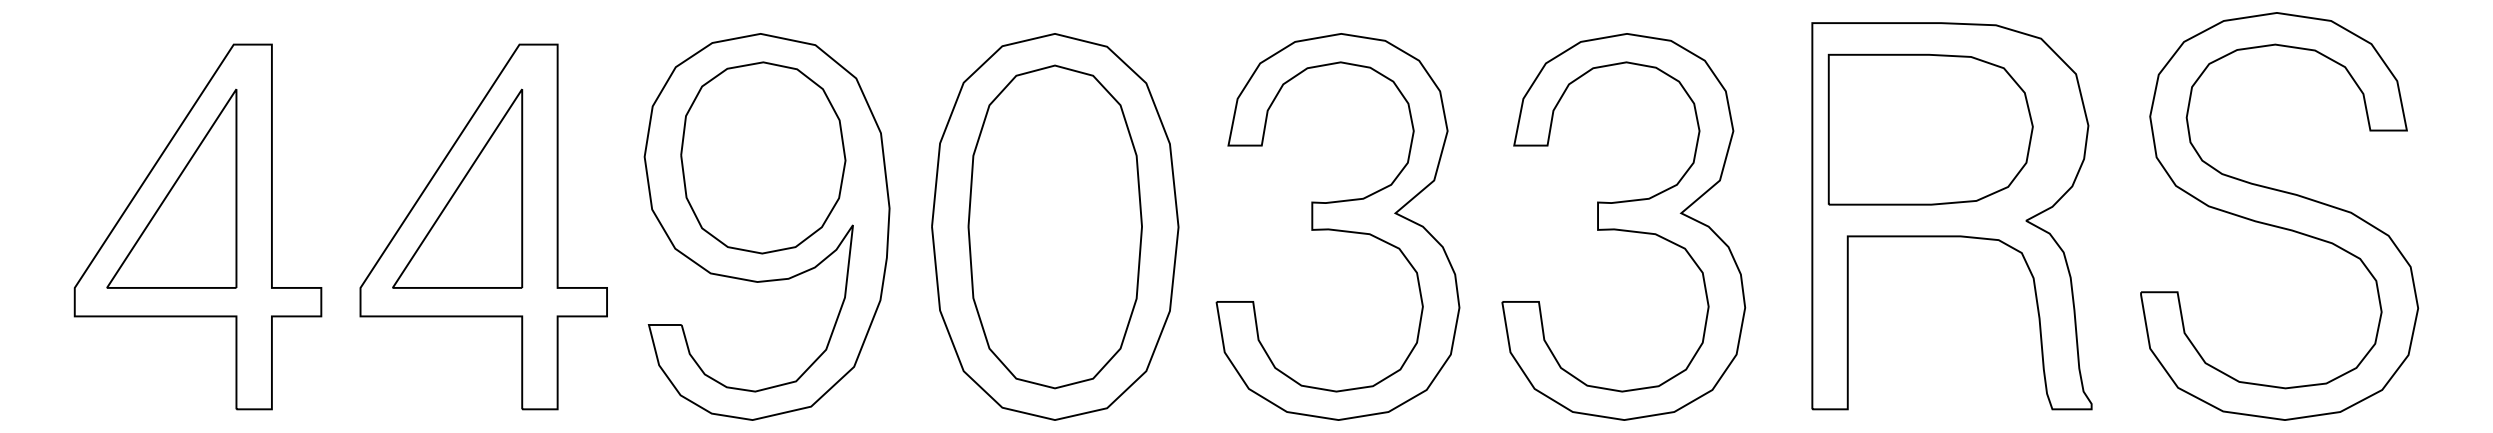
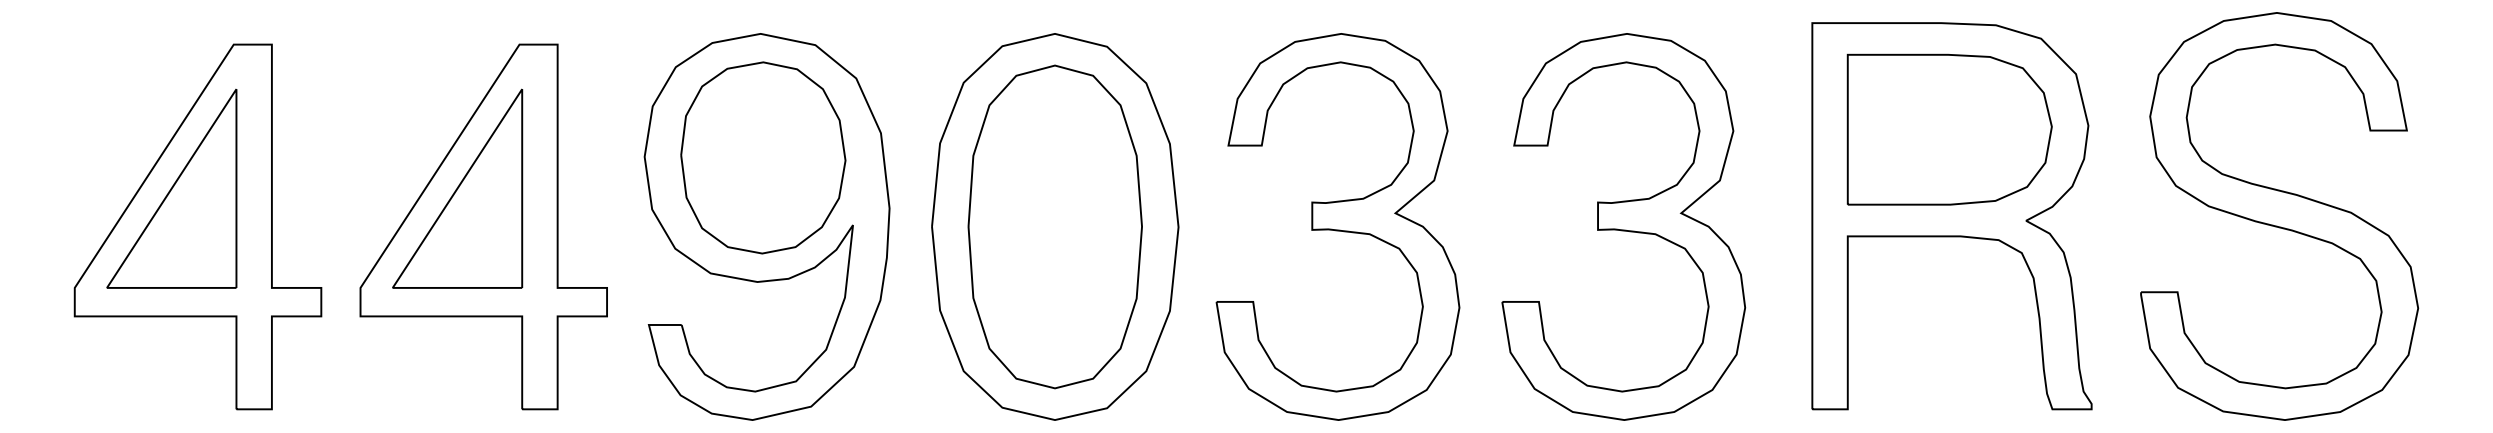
part at (1930, 129) position: (1930, 129) -> (1949, 129)
